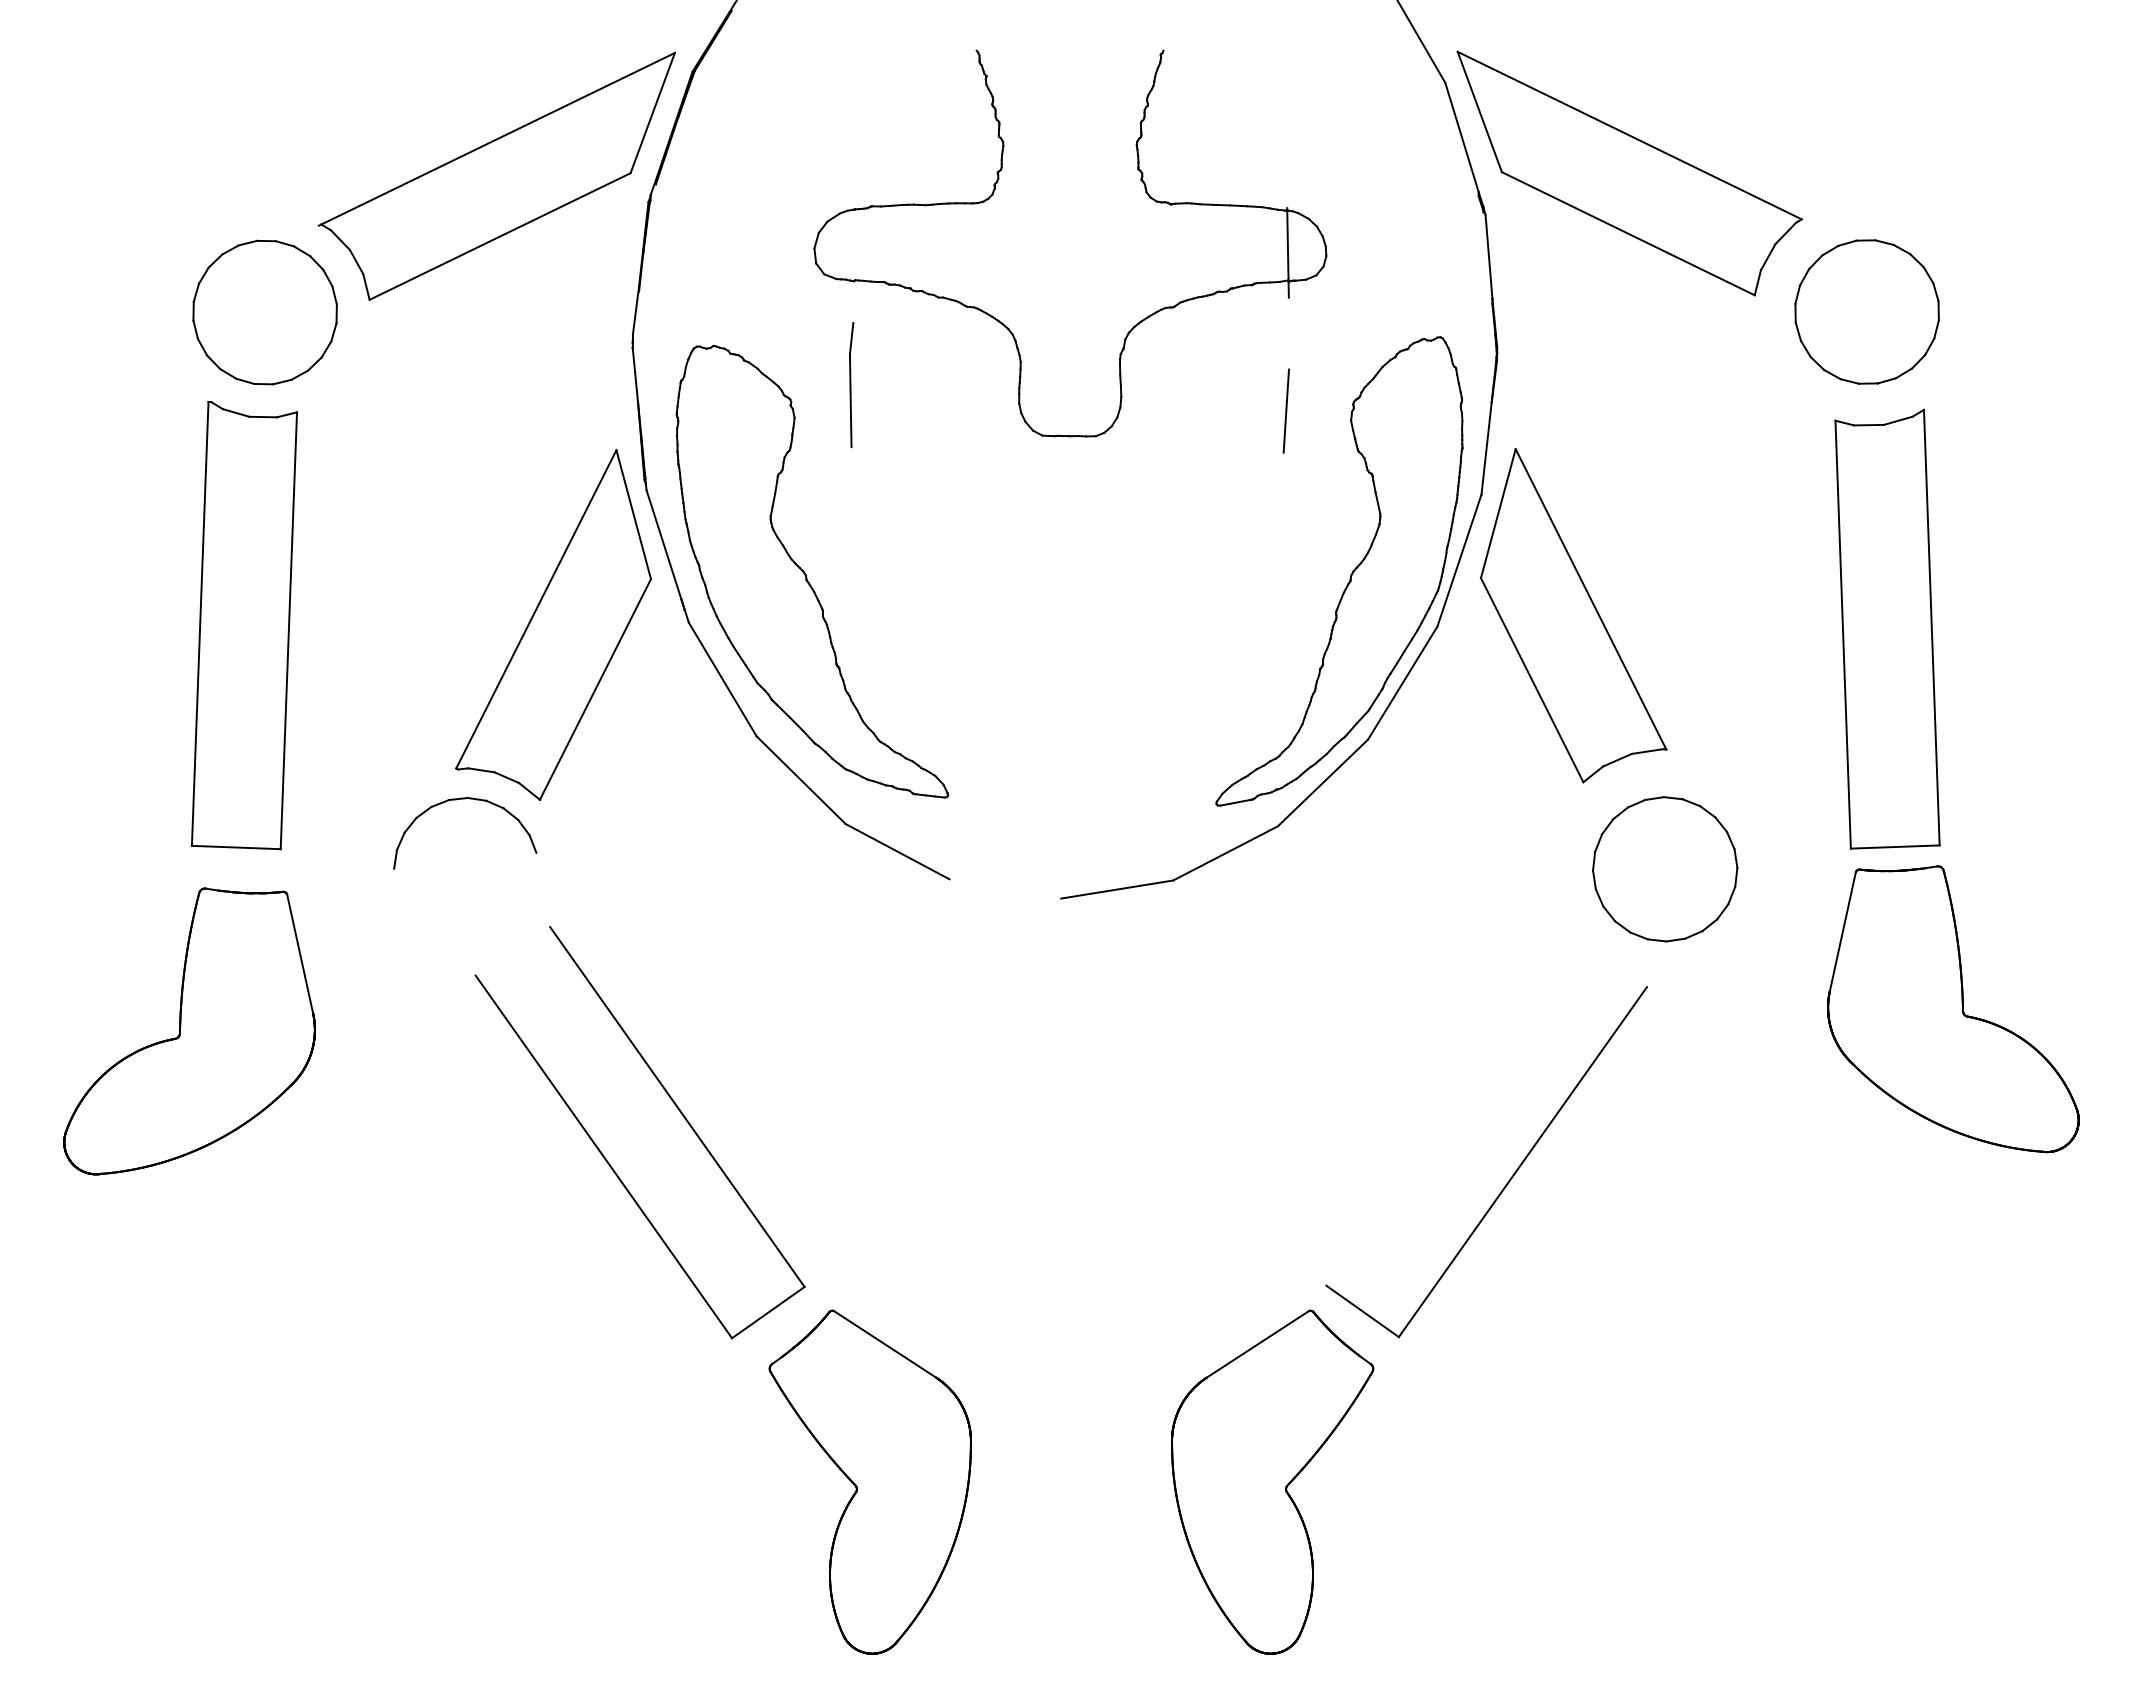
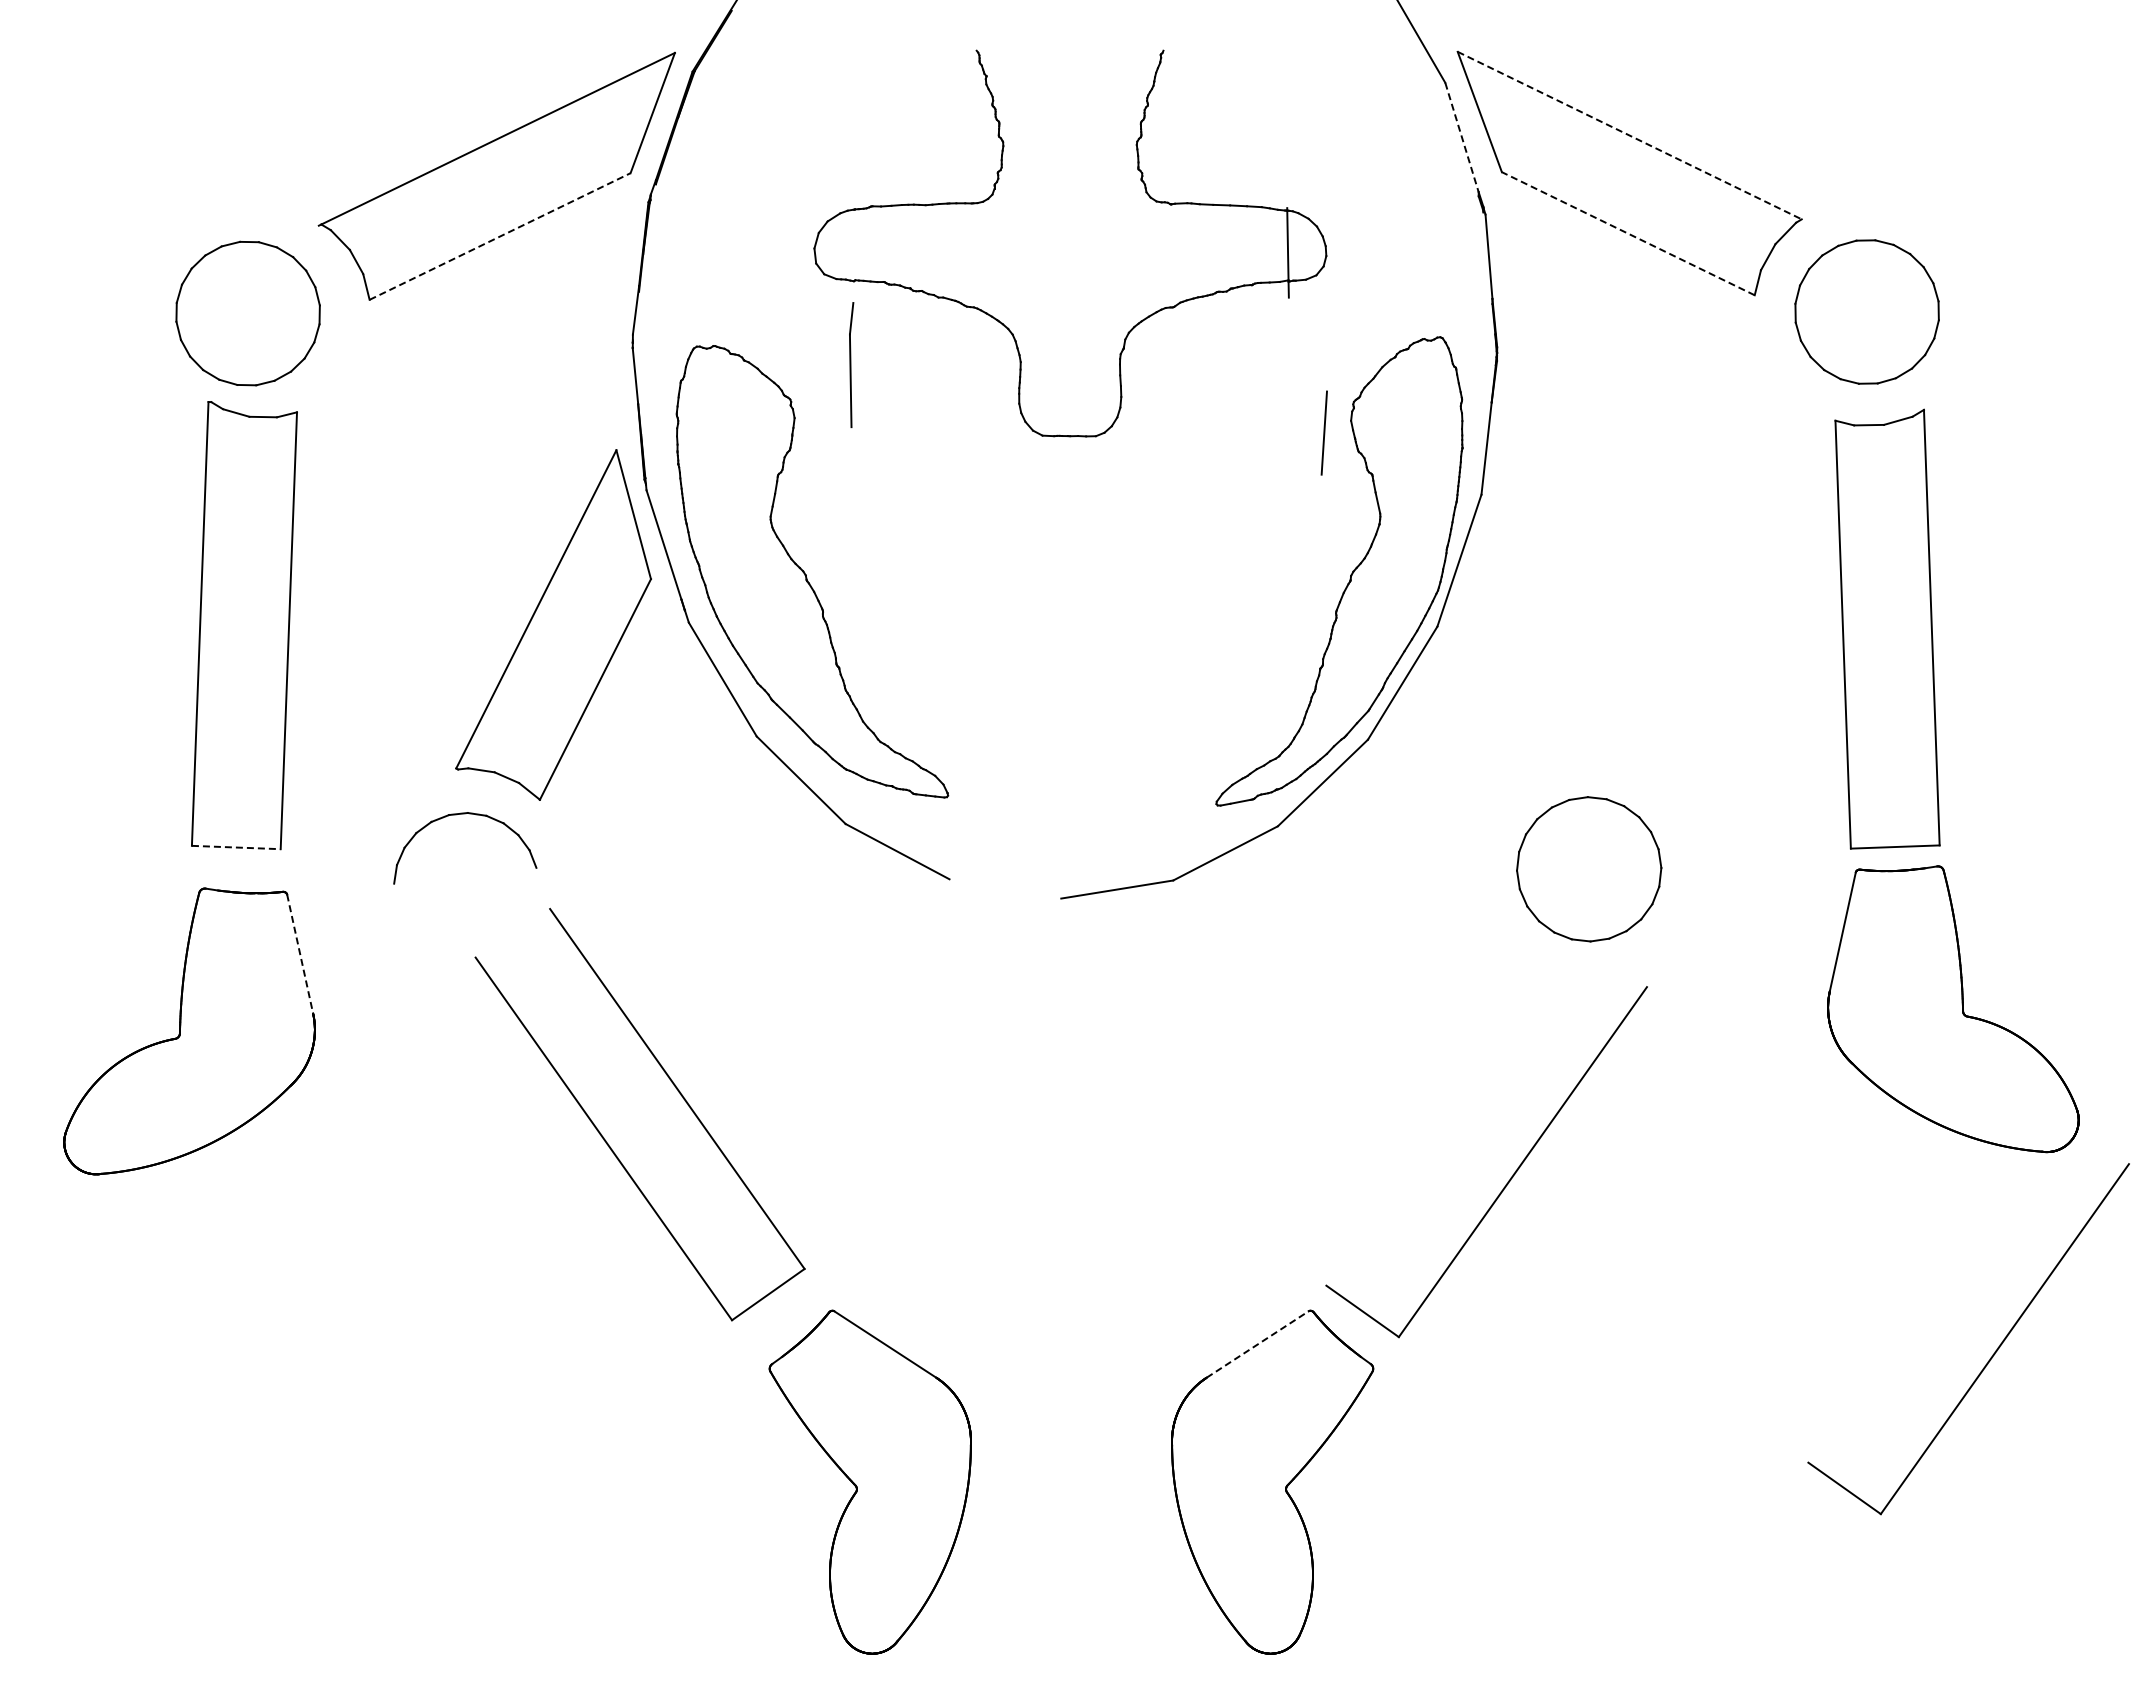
line at (1630, 135): solid -> dashed
line at (1462, 138): solid -> dashed
line at (1628, 233): solid -> dashed
line at (500, 236): solid -> dashed
part at (264, 312) position: (264, 312) -> (247, 313)
part at (851, 385) position: (851, 385) -> (851, 365)
line at (1285, 410) position: (1285, 410) -> (1323, 432)
part at (1573, 615): present -> none
part at (465, 799) position: (465, 799) -> (465, 814)
line at (236, 847): solid -> dashed
part at (1665, 869) position: (1665, 869) -> (1589, 869)
line at (300, 954): solid -> dashed
part at (606, 1158) position: (606, 1158) -> (606, 1140)
line at (1257, 1344): solid -> dashed
part at (1992, 1354): none -> present
